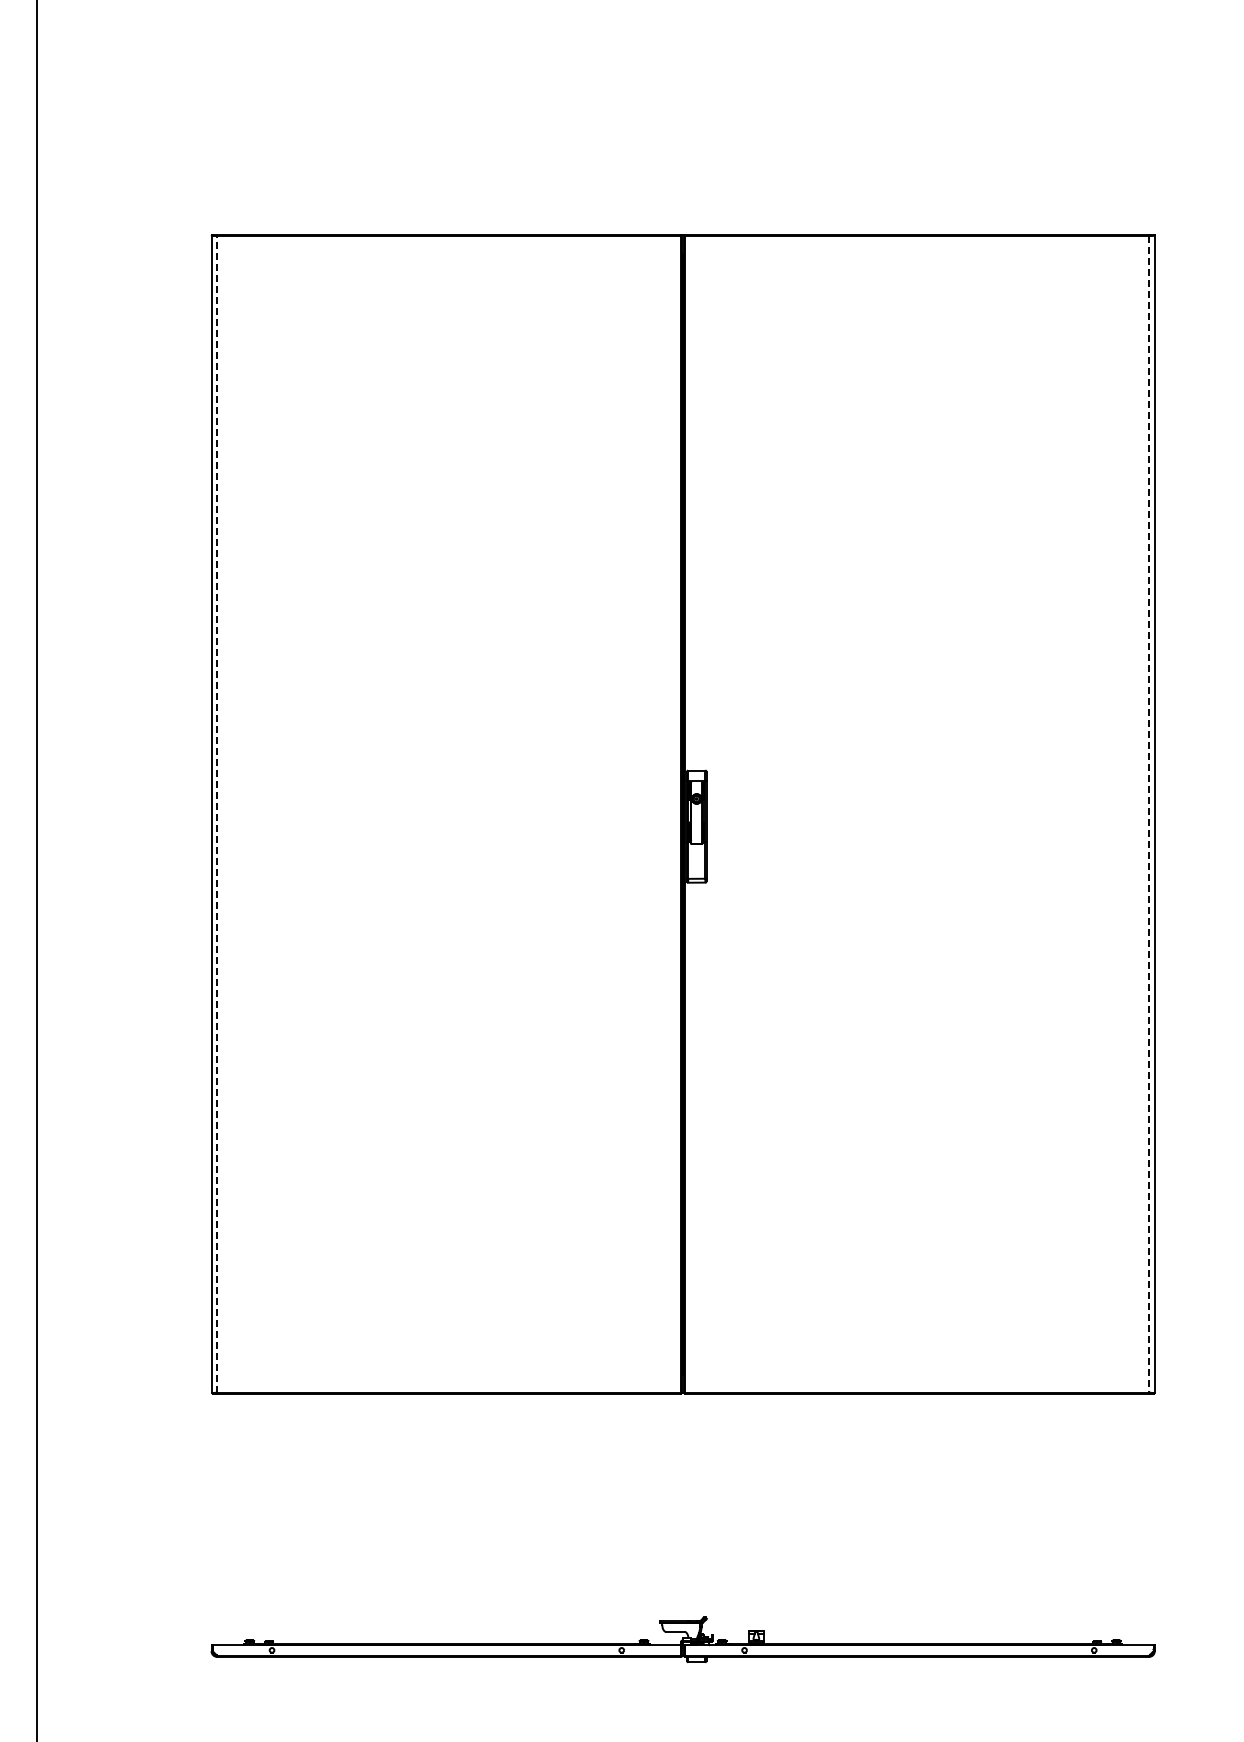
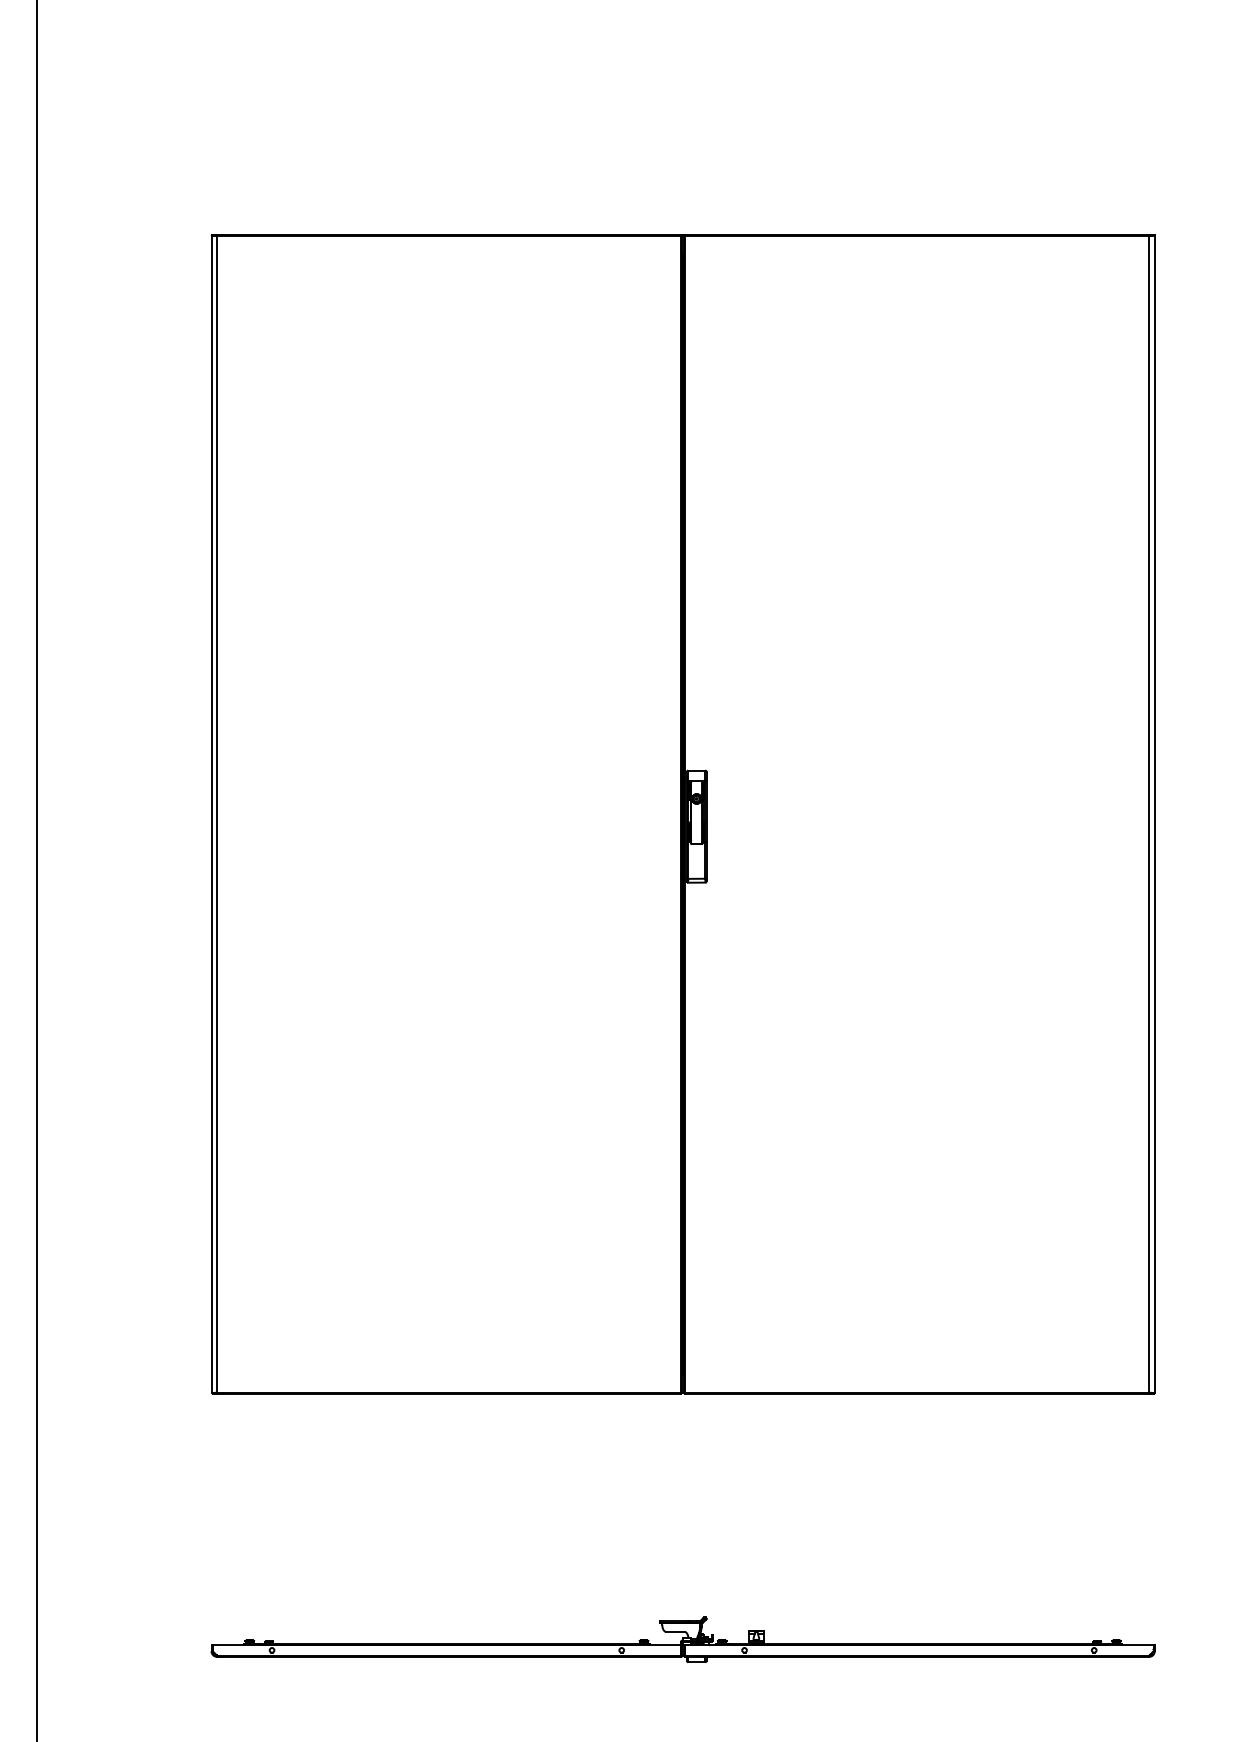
line at (217, 813): dashed -> solid
line at (1149, 814): dashed -> solid
